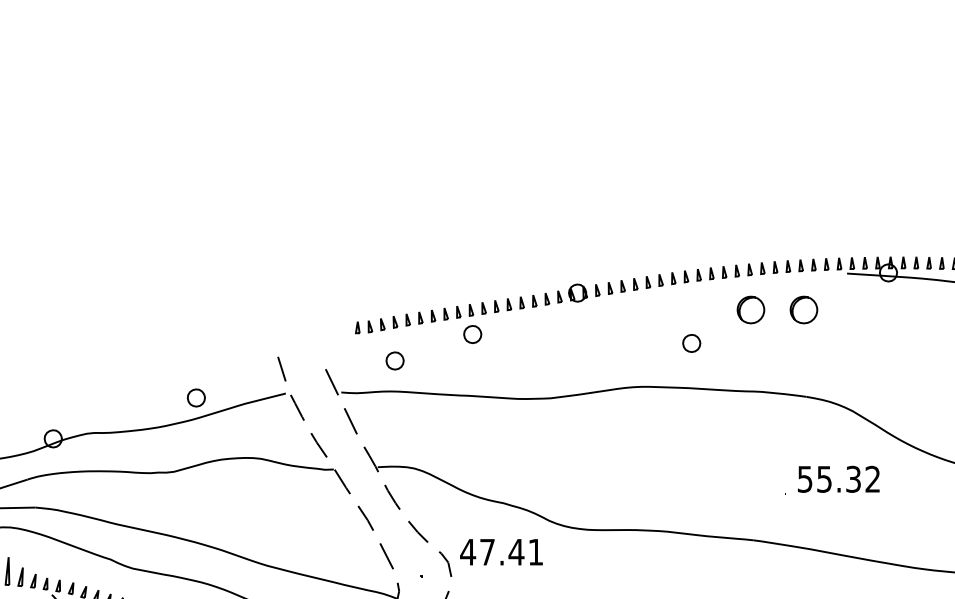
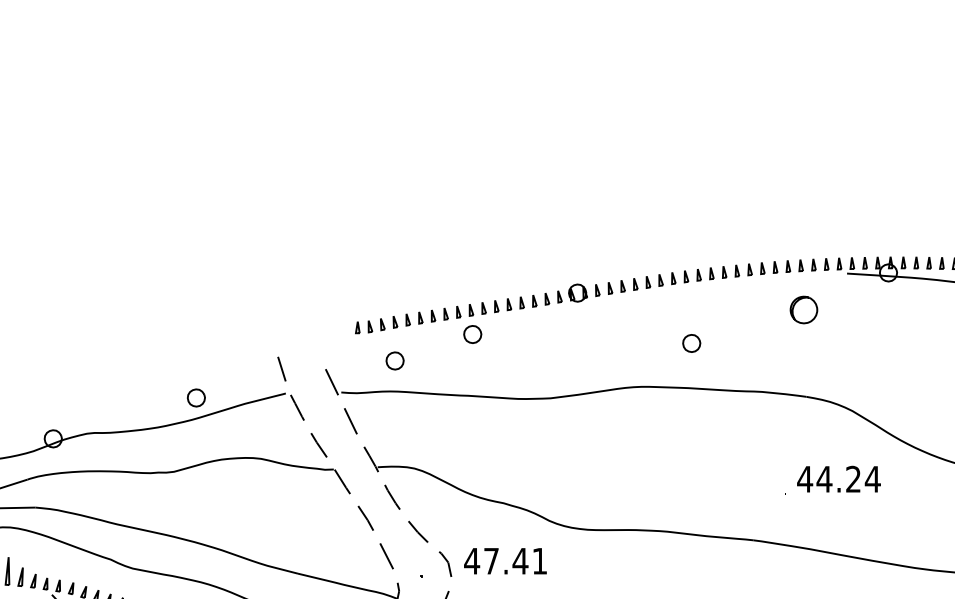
part at (750, 309): present -> none
text at (838, 478): 55.32 -> 44.24
text at (501, 552) position: (501, 552) -> (505, 561)
